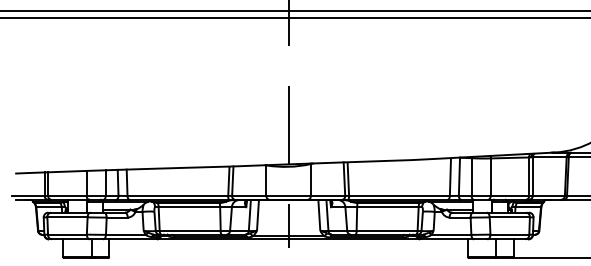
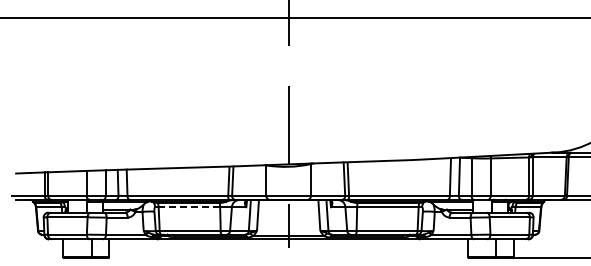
line at (294, 11): present -> none
line at (189, 207): solid -> dashed
